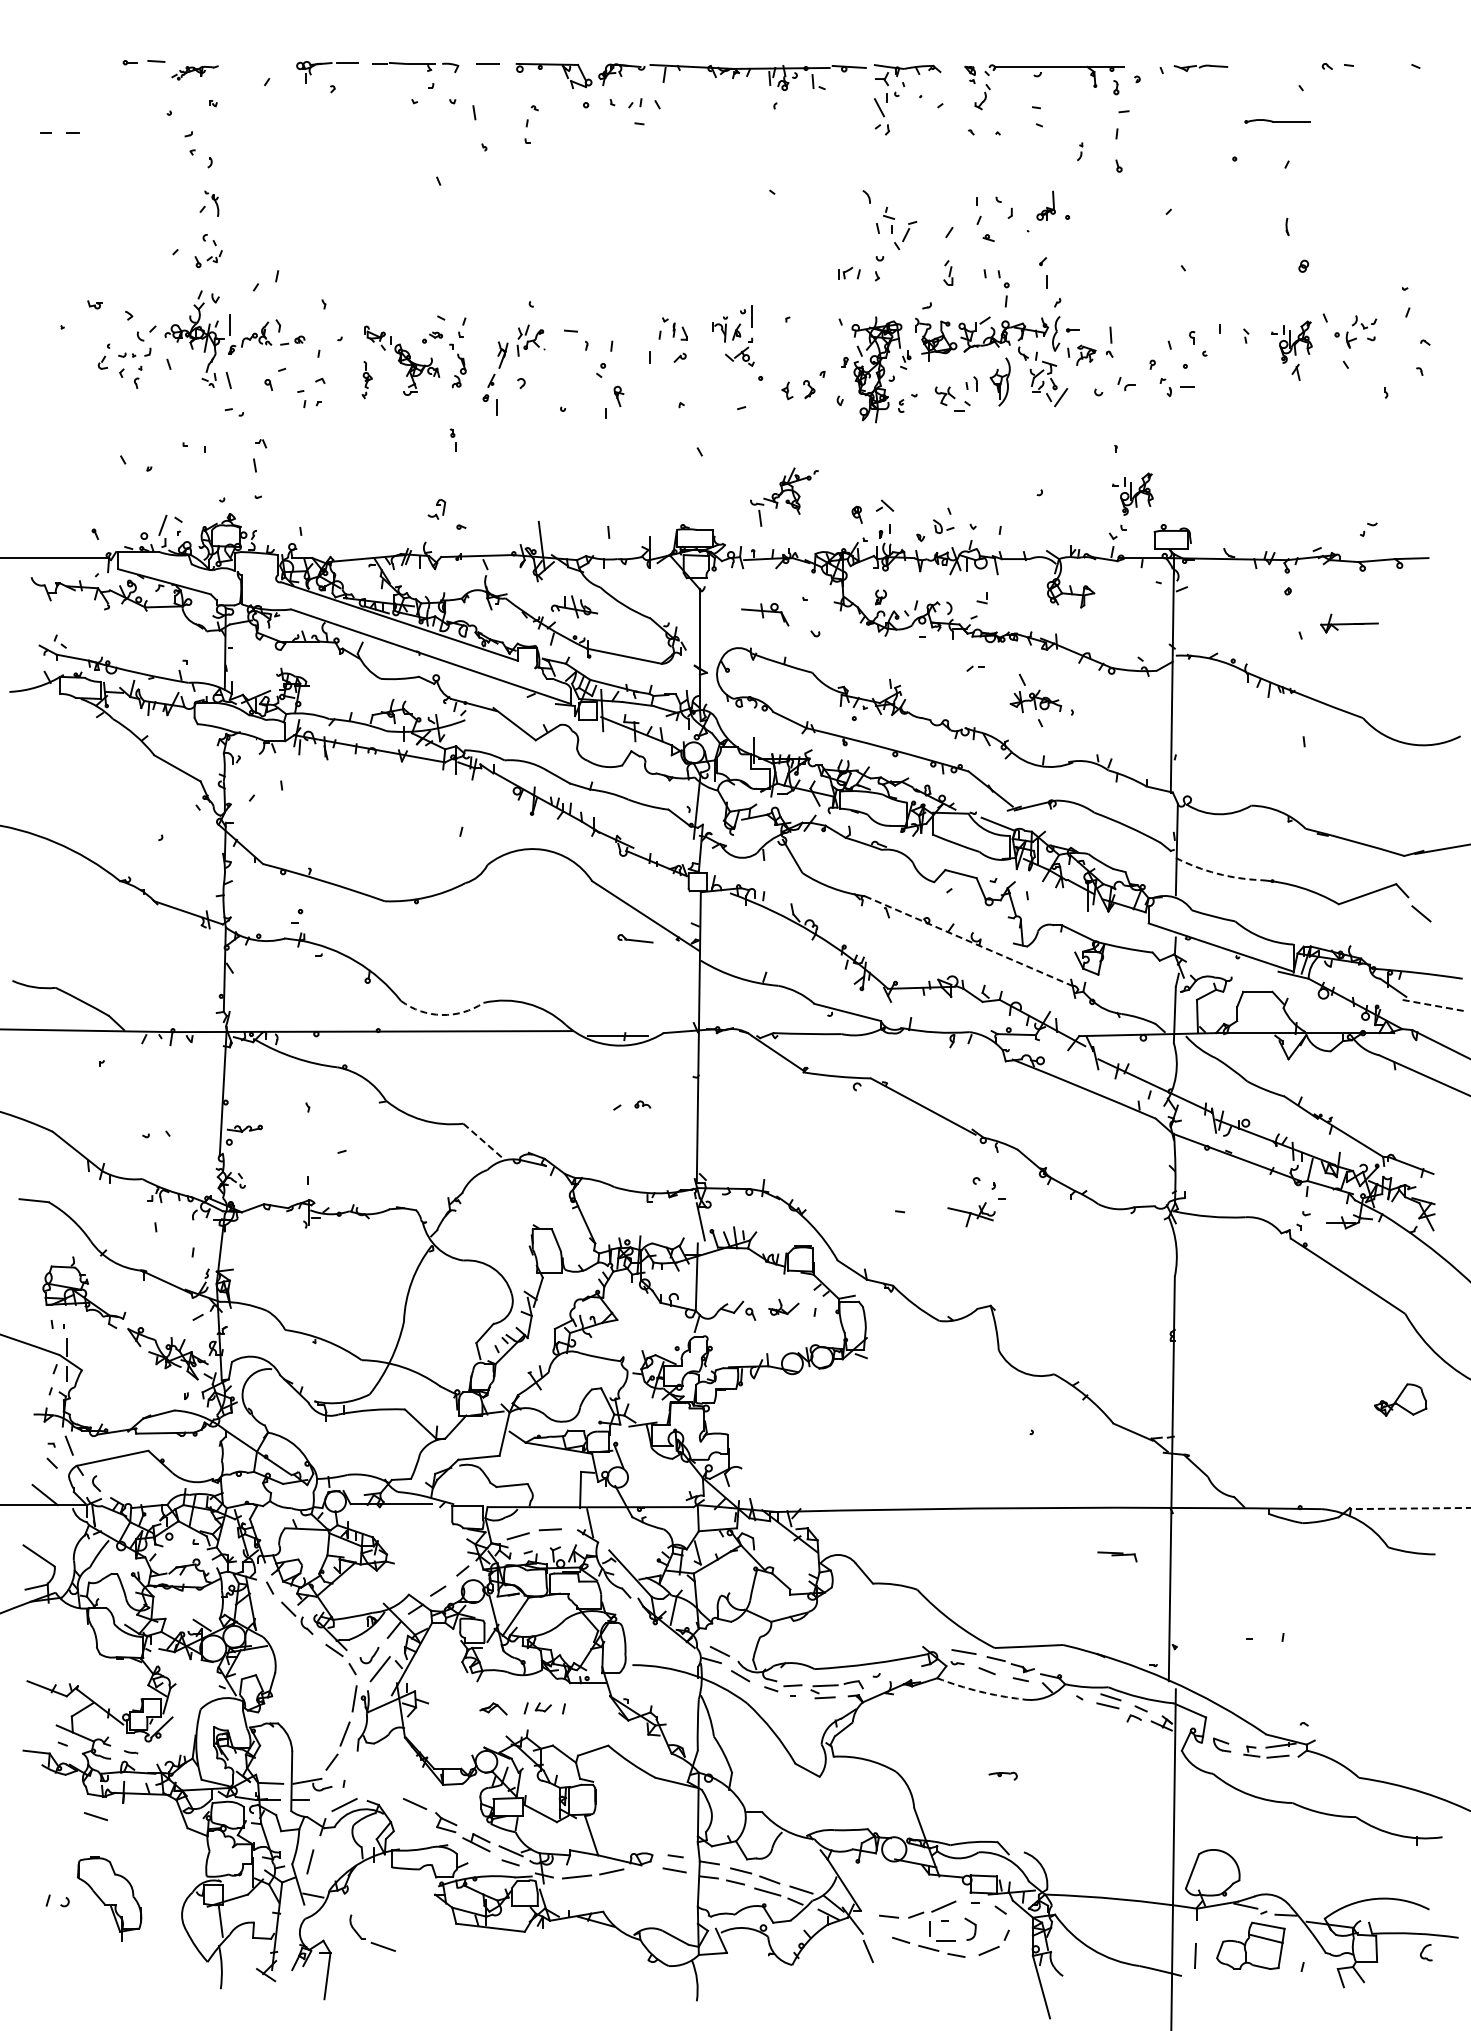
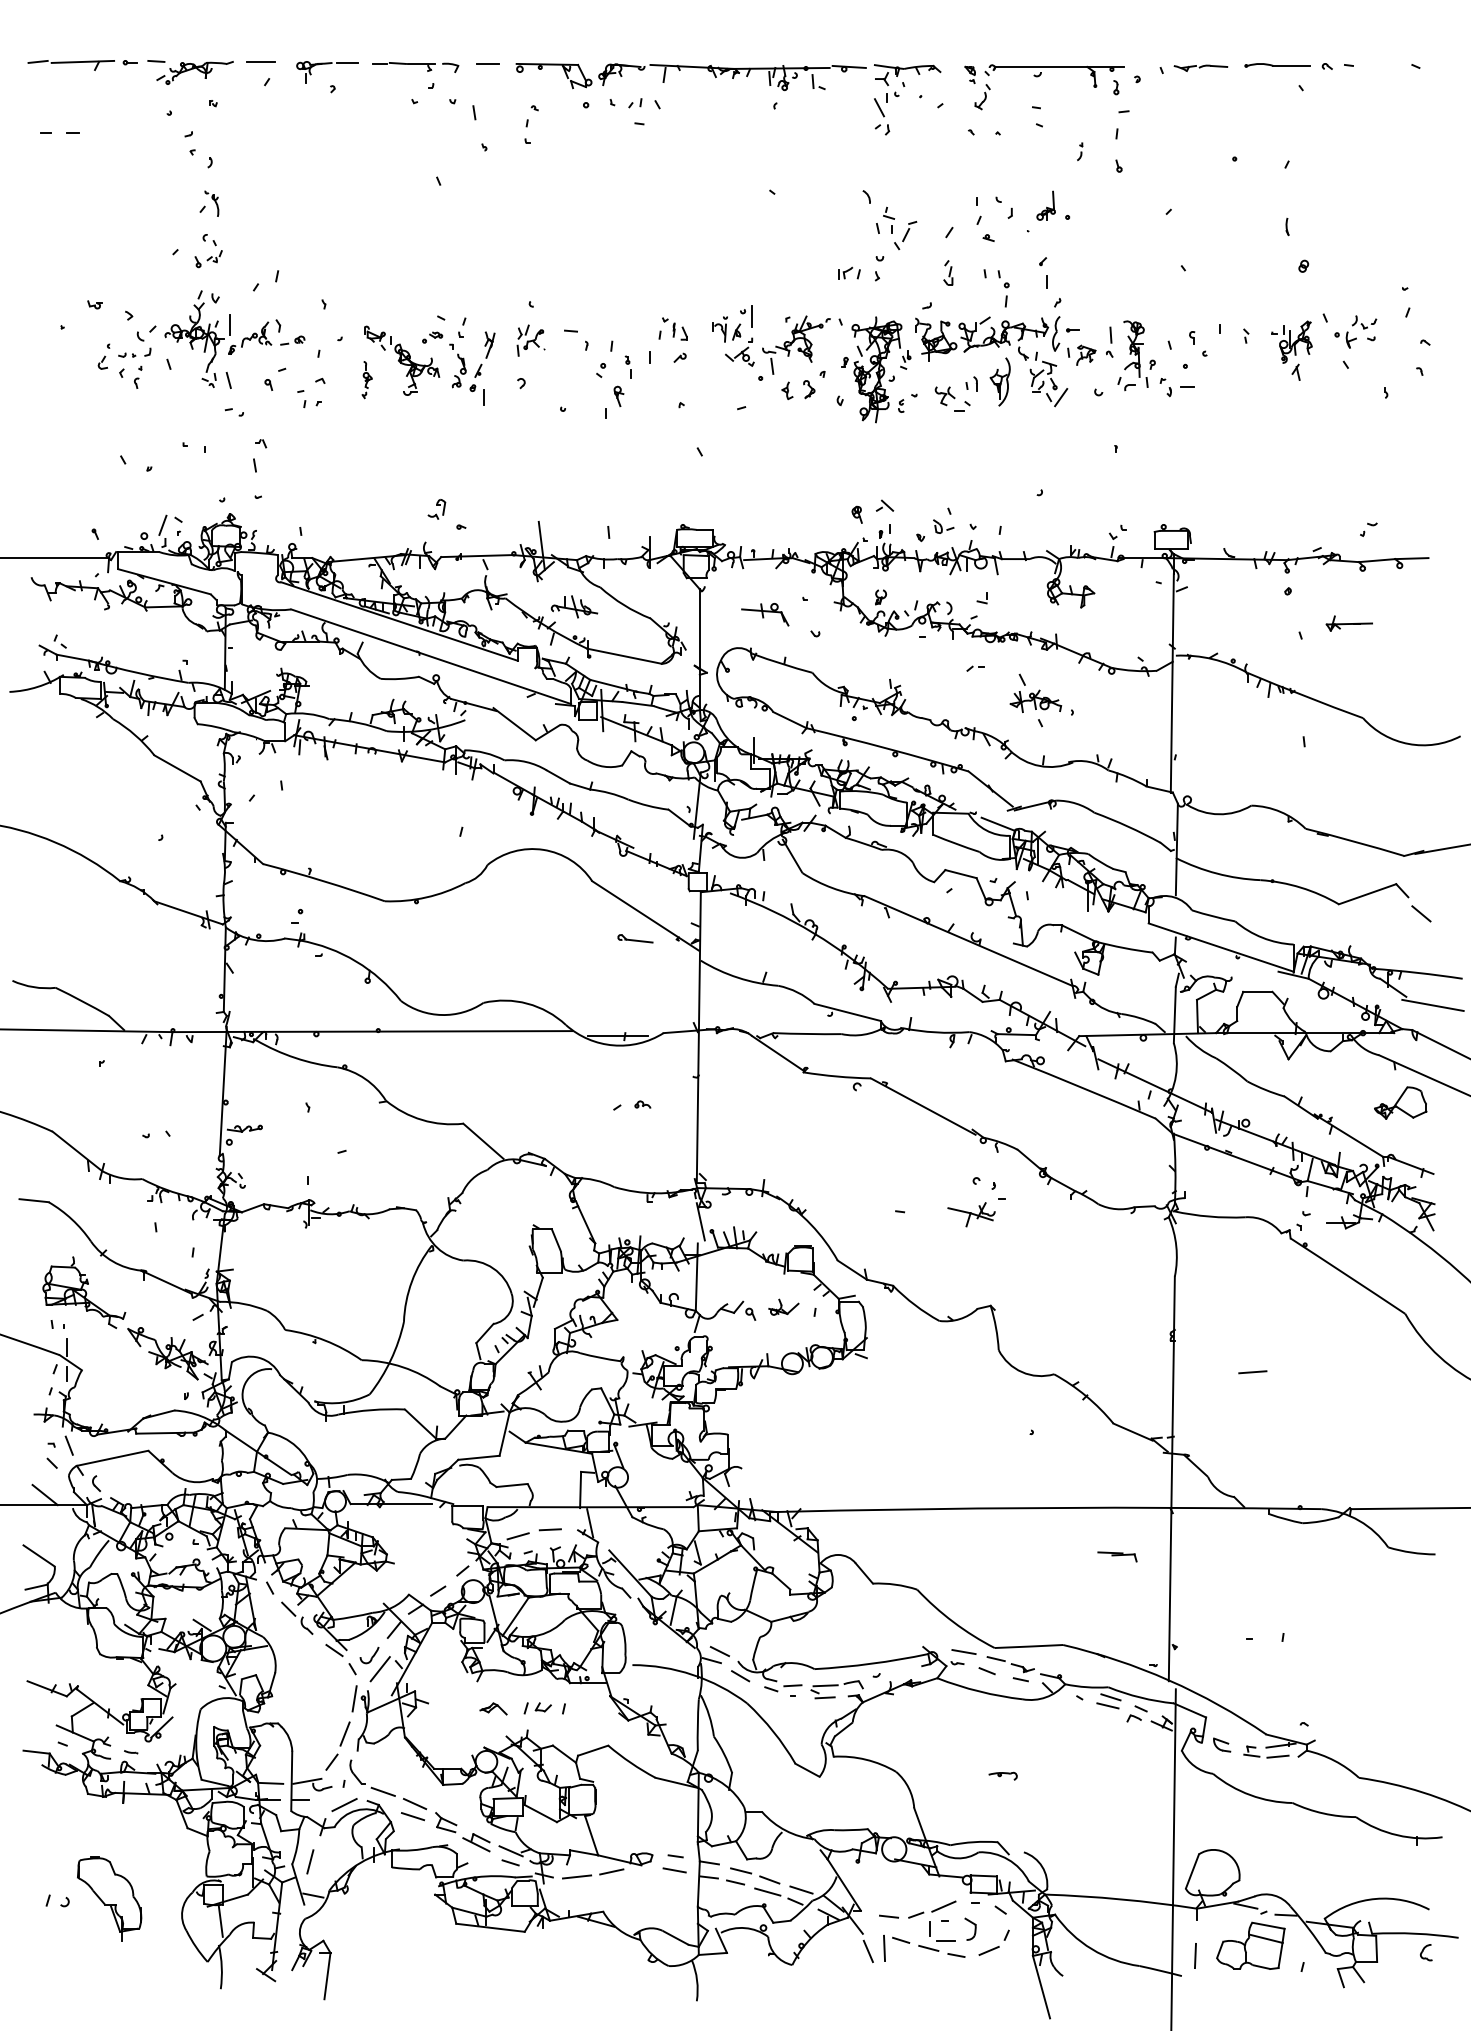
line at (260, 61): none -> present
part at (70, 65): none -> present
part at (194, 72) size: 48x16 px -> 78x24 px
part at (1277, 121) position: (1277, 121) -> (1277, 65)
part at (1135, 353): none -> present
part at (495, 378) position: (495, 378) -> (482, 368)
part at (452, 439) position: (452, 439) -> (627, 366)
part at (1132, 493): present -> none
part at (784, 496) position: (784, 496) -> (796, 344)
part at (1349, 623) size: 59x21 px -> 48x17 px
arc at (1216, 873): dashed -> solid
line at (968, 941): dashed -> solid
line at (1432, 1005): dashed -> solid
arc at (441, 1015): dashed -> solid
line at (483, 1141): dashed -> solid
line at (1252, 1372): none -> present
part at (1400, 1399) position: (1400, 1399) -> (1400, 1102)
line at (1410, 1508): dashed -> solid
arc at (979, 1691): dashed -> solid
line at (96, 1816) position: (96, 1816) -> (413, 1816)
part at (371, 1941) position: (371, 1941) -> (371, 1786)
line at (884, 1948): none -> present
